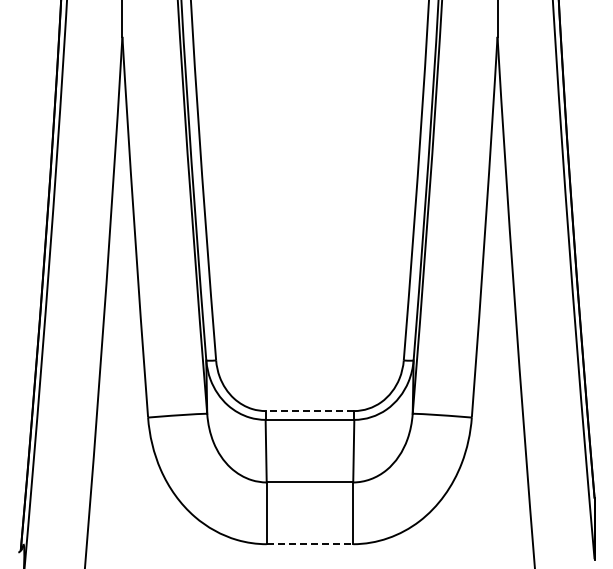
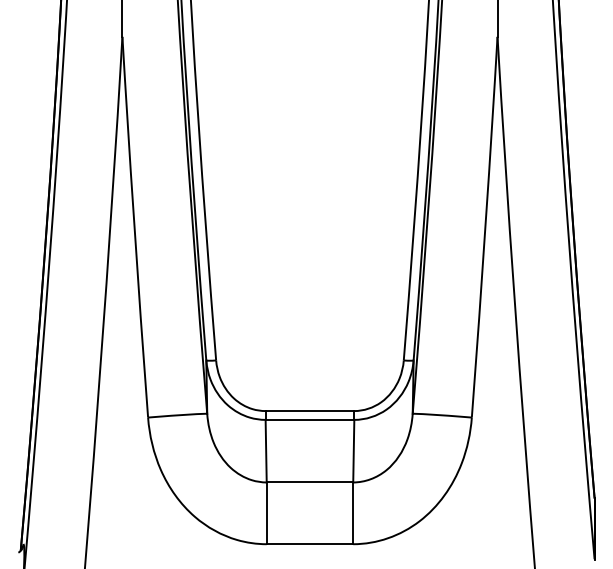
line at (309, 411): dashed -> solid
line at (310, 544): dashed -> solid
